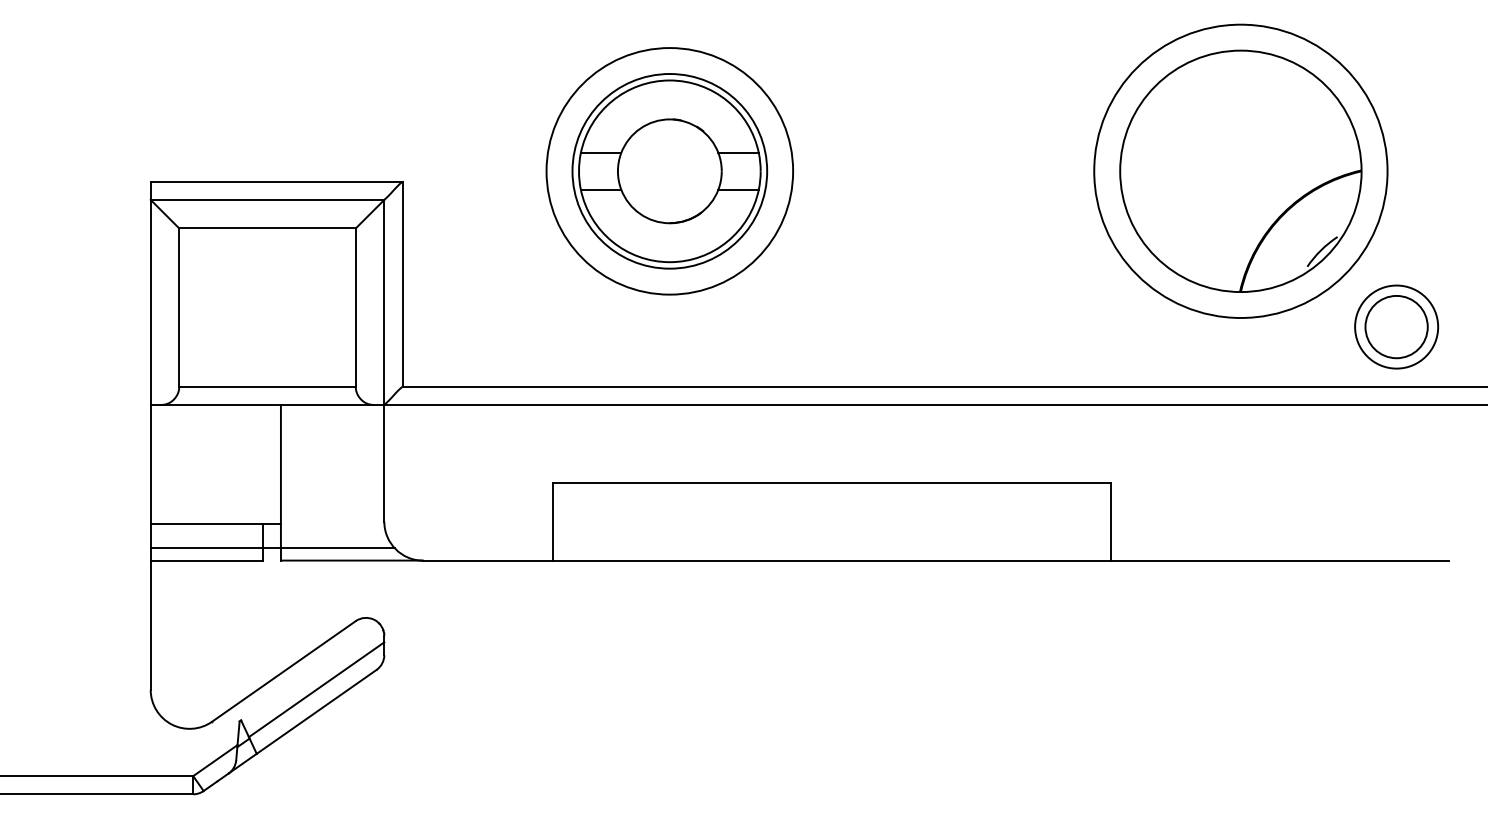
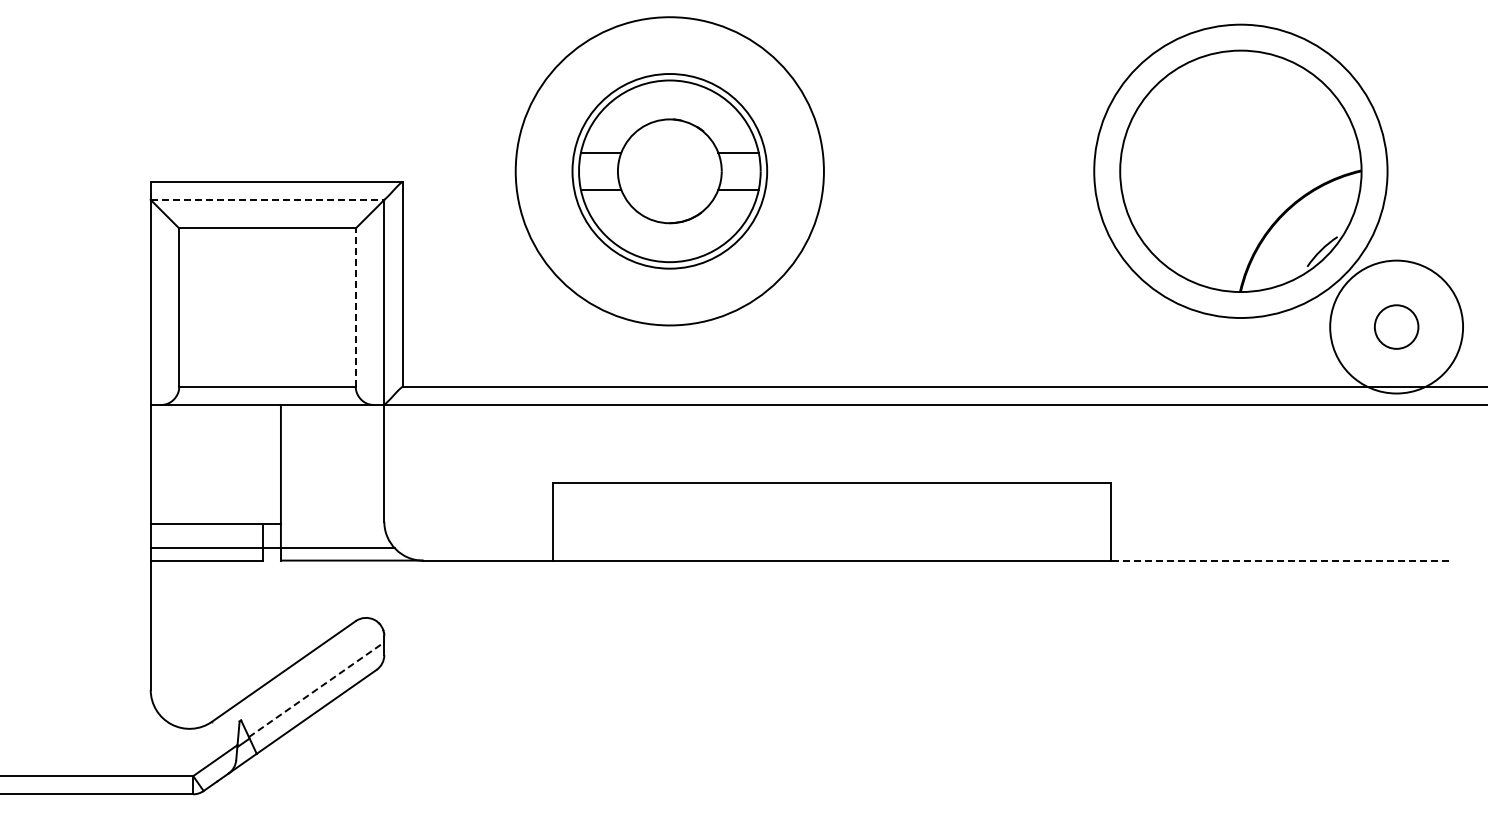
circle at (669, 171) diameter: 247 px -> 308 px
line at (267, 199): solid -> dashed
line at (355, 307): solid -> dashed
circle at (1396, 326) diameter: 62 px -> 44 px
circle at (1396, 326) diameter: 83 px -> 133 px
line at (1279, 560): solid -> dashed
line at (316, 689): solid -> dashed
